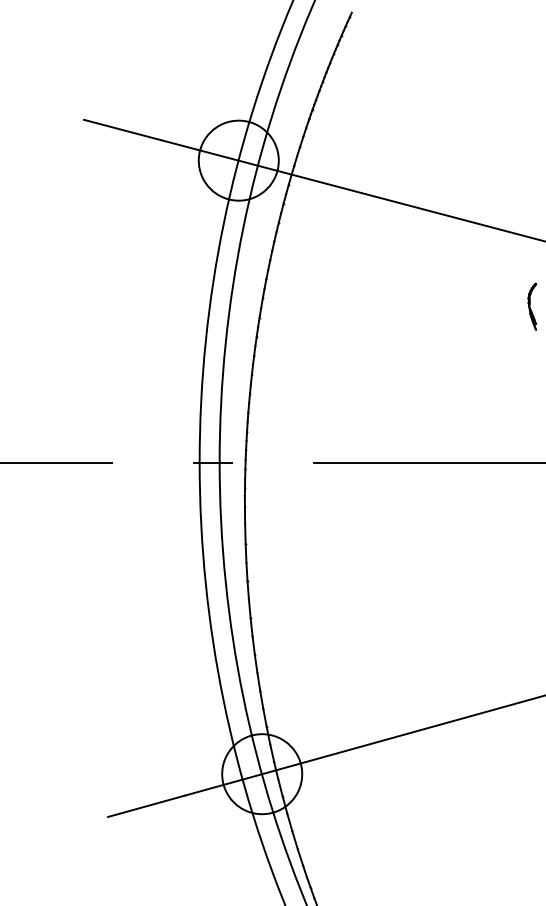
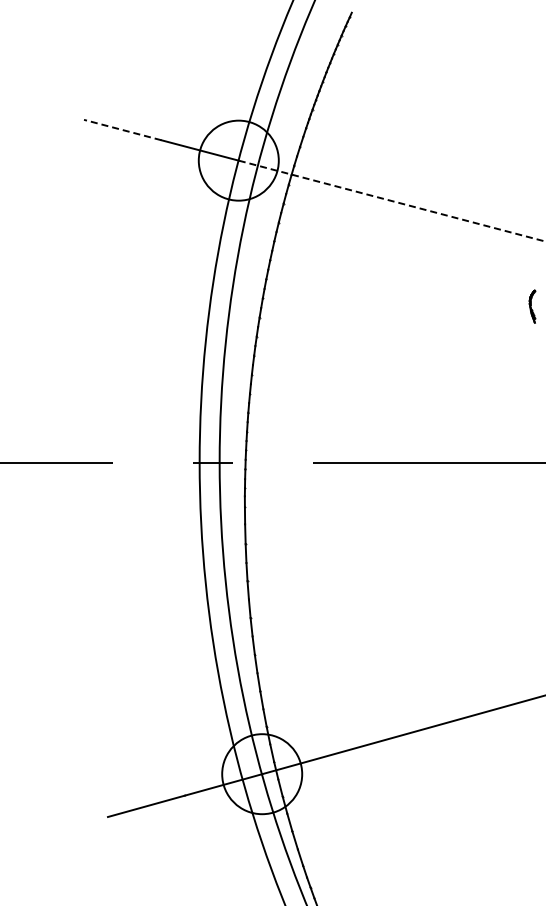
line at (122, 129): solid -> dashed
line at (392, 201): solid -> dashed
part at (532, 306) size: 11x49 px -> 9x35 px
